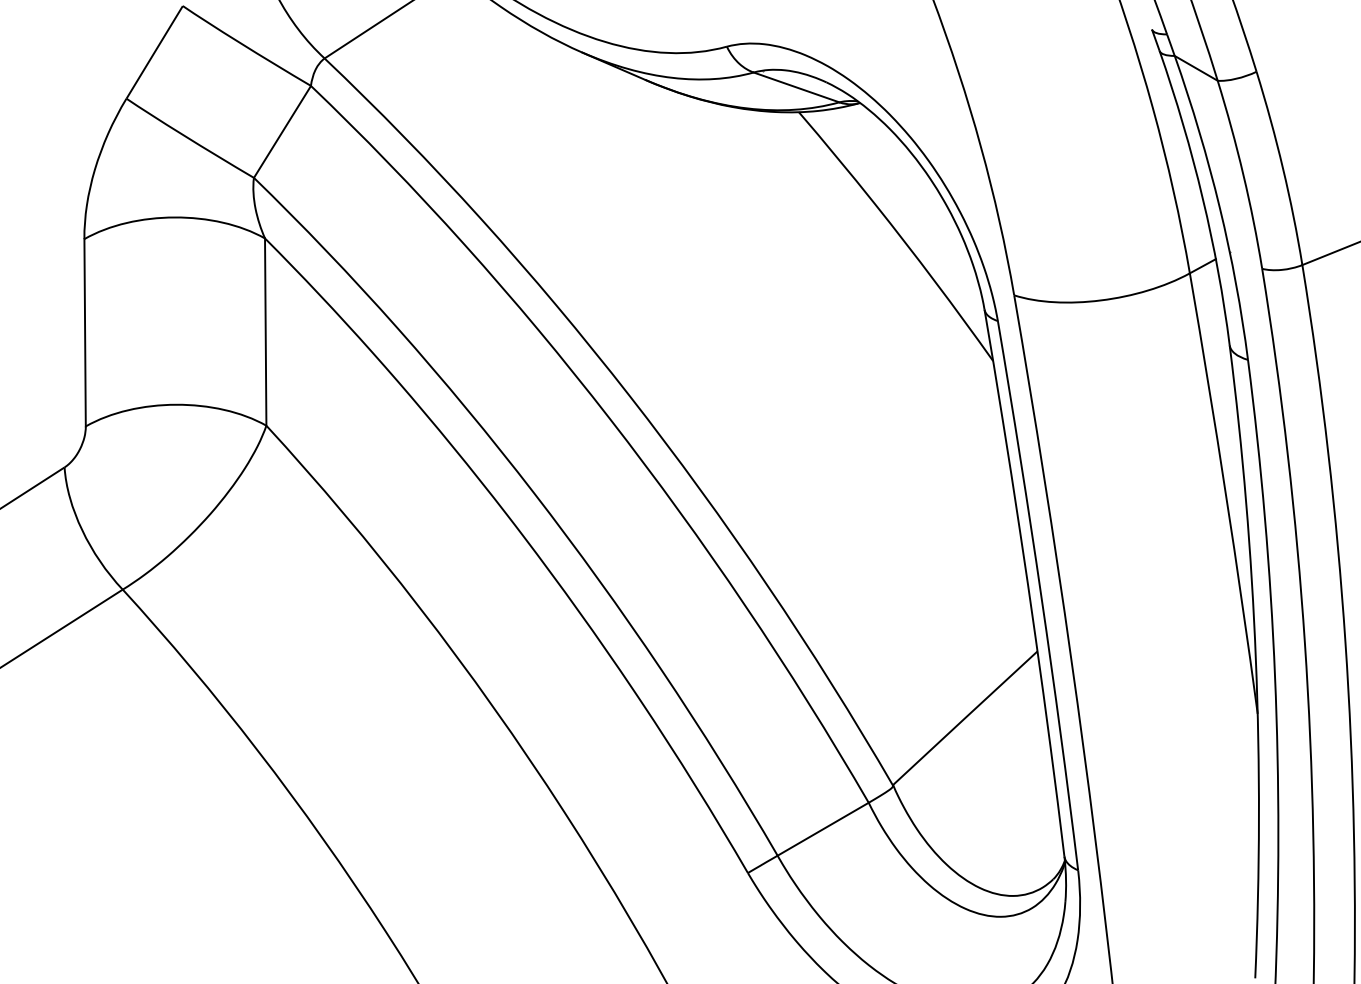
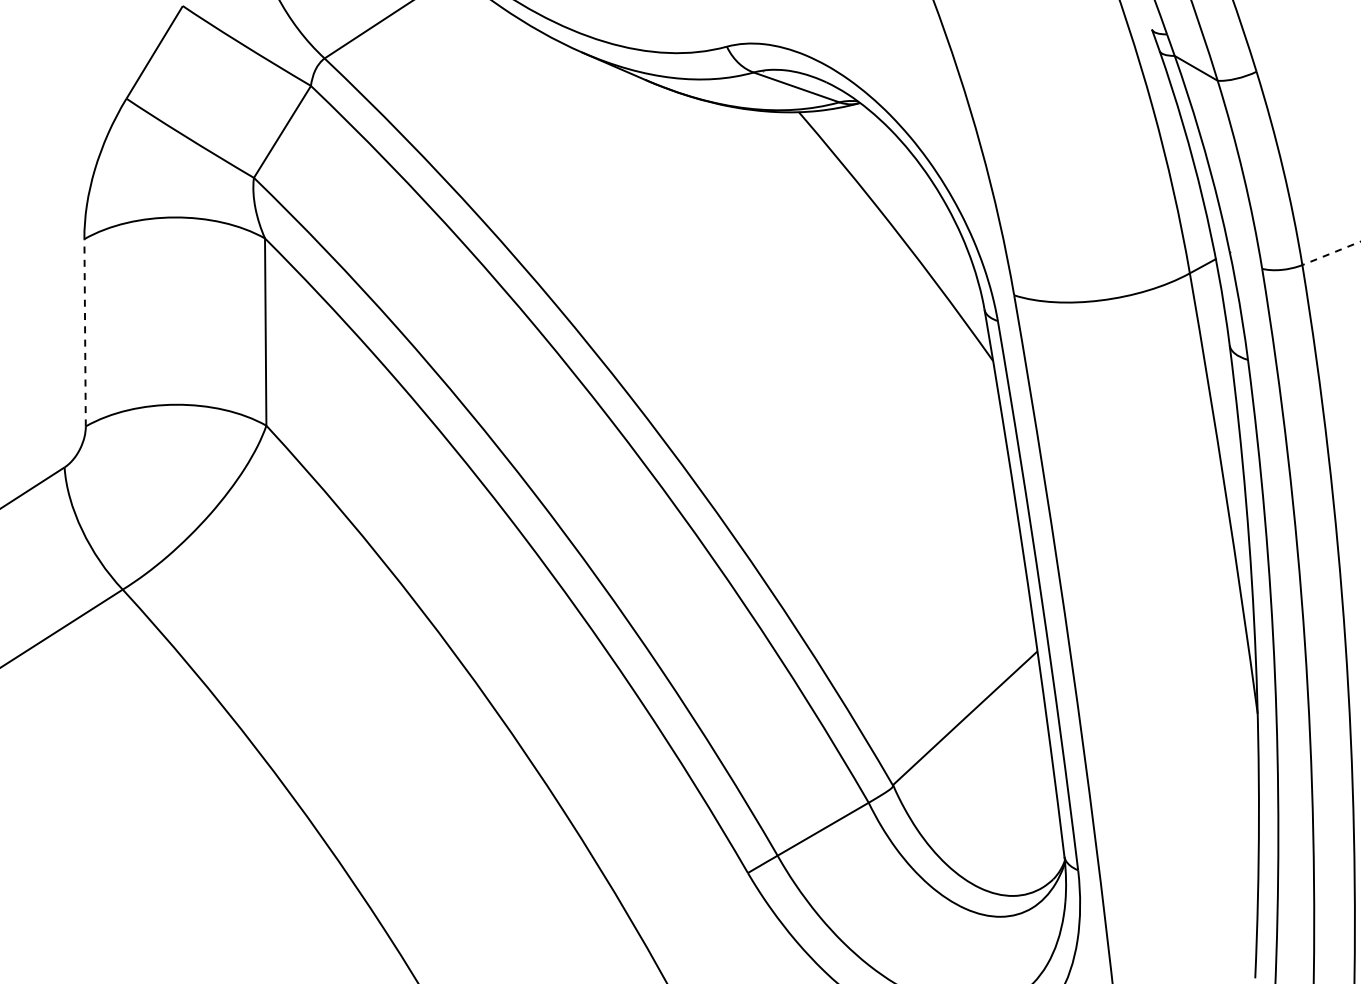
line at (1331, 253): solid -> dashed
line at (85, 332): solid -> dashed
